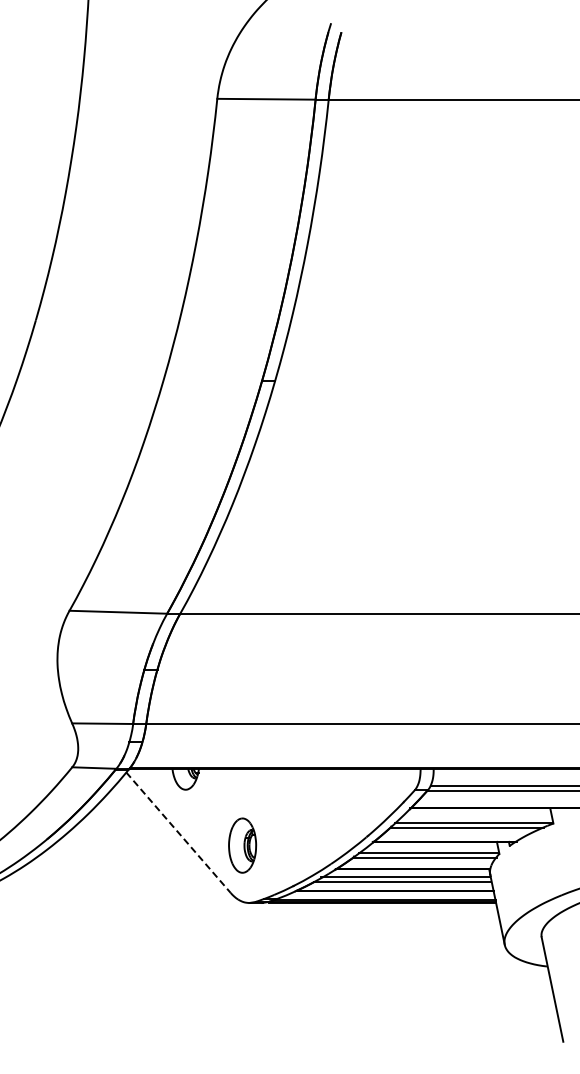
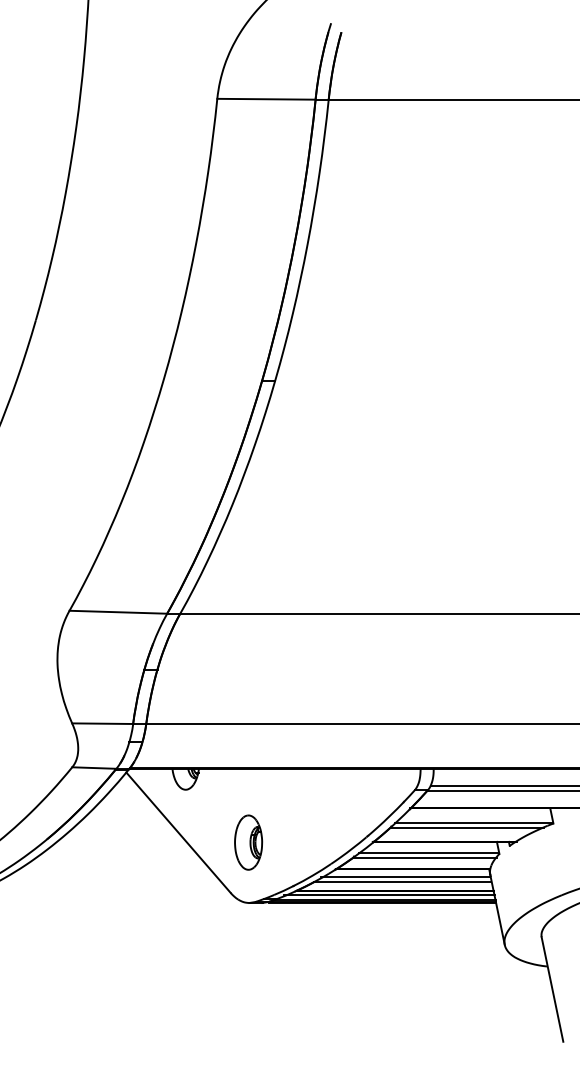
line at (178, 832): dashed -> solid
part at (242, 845) position: (242, 845) -> (248, 842)
line at (389, 895): none -> present
